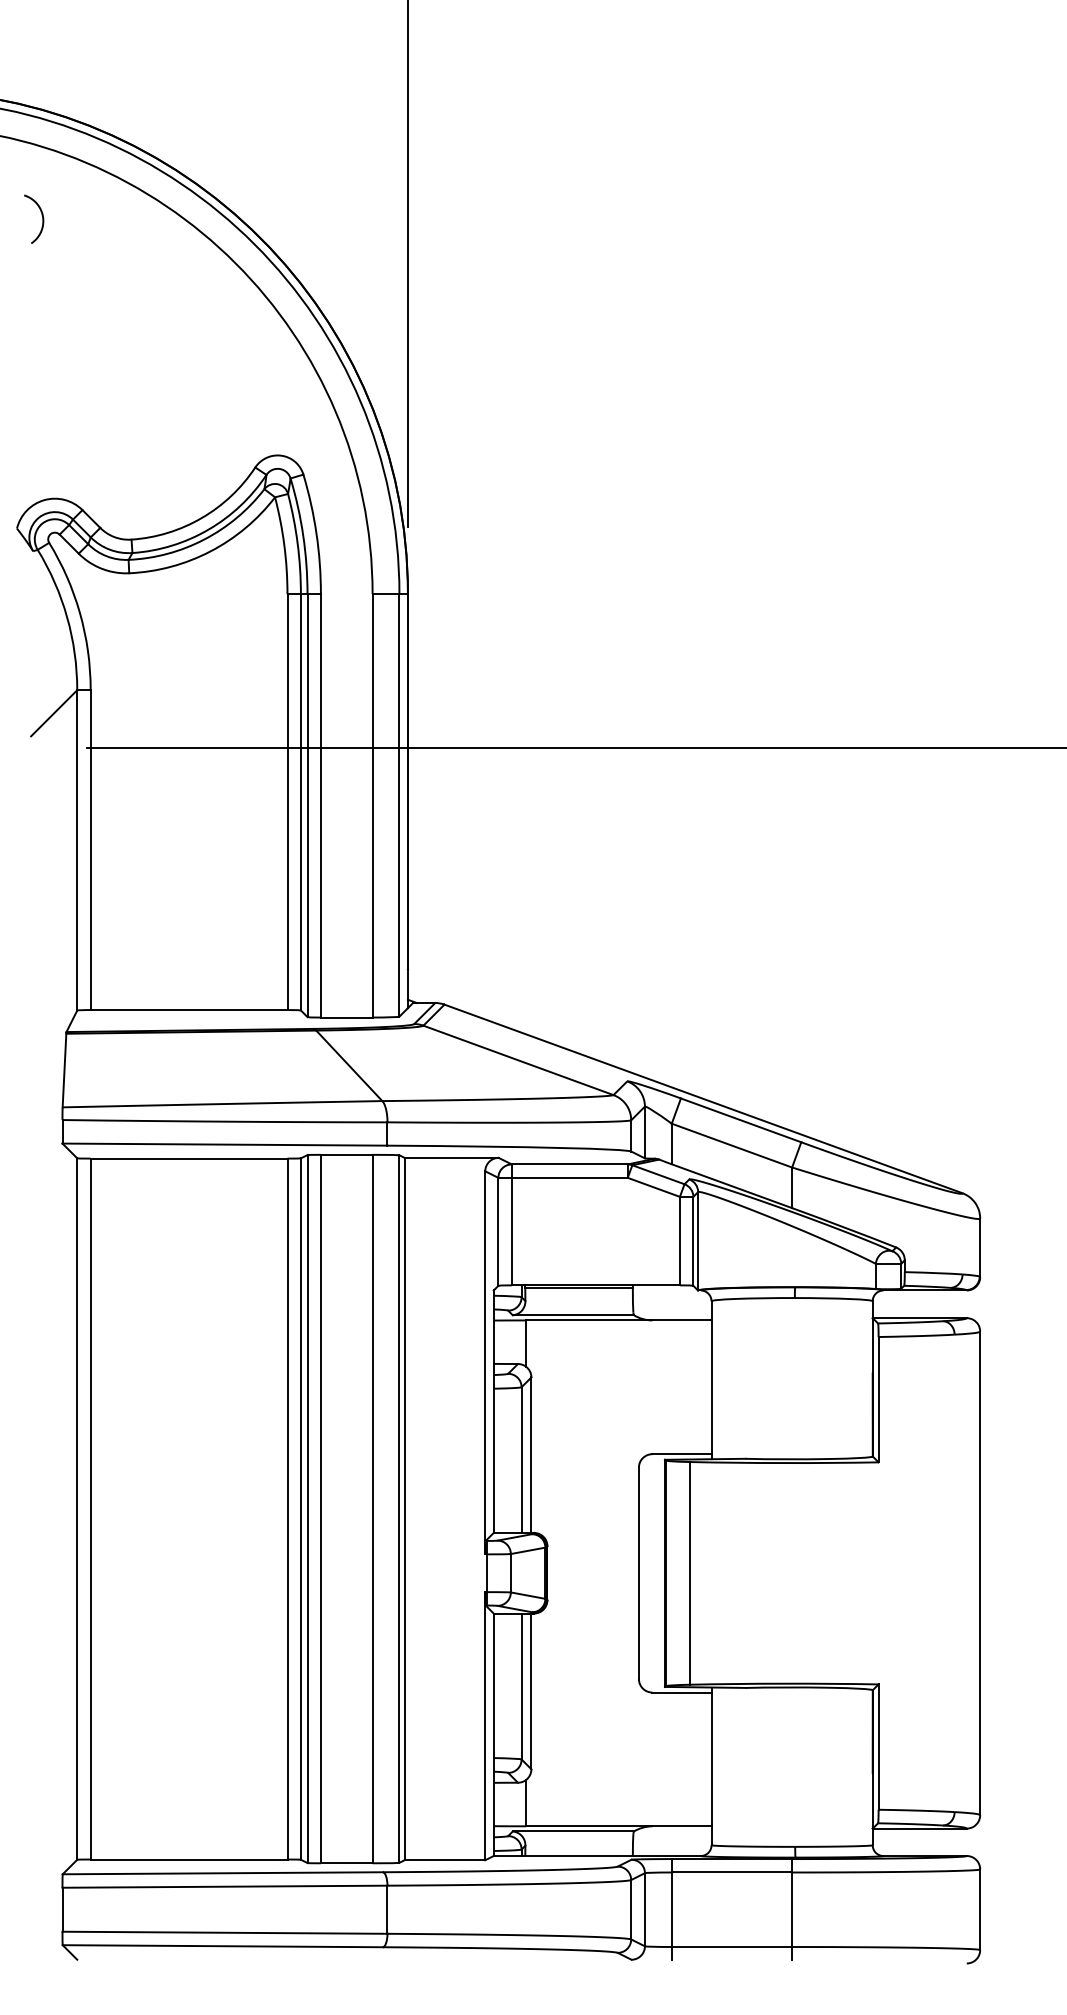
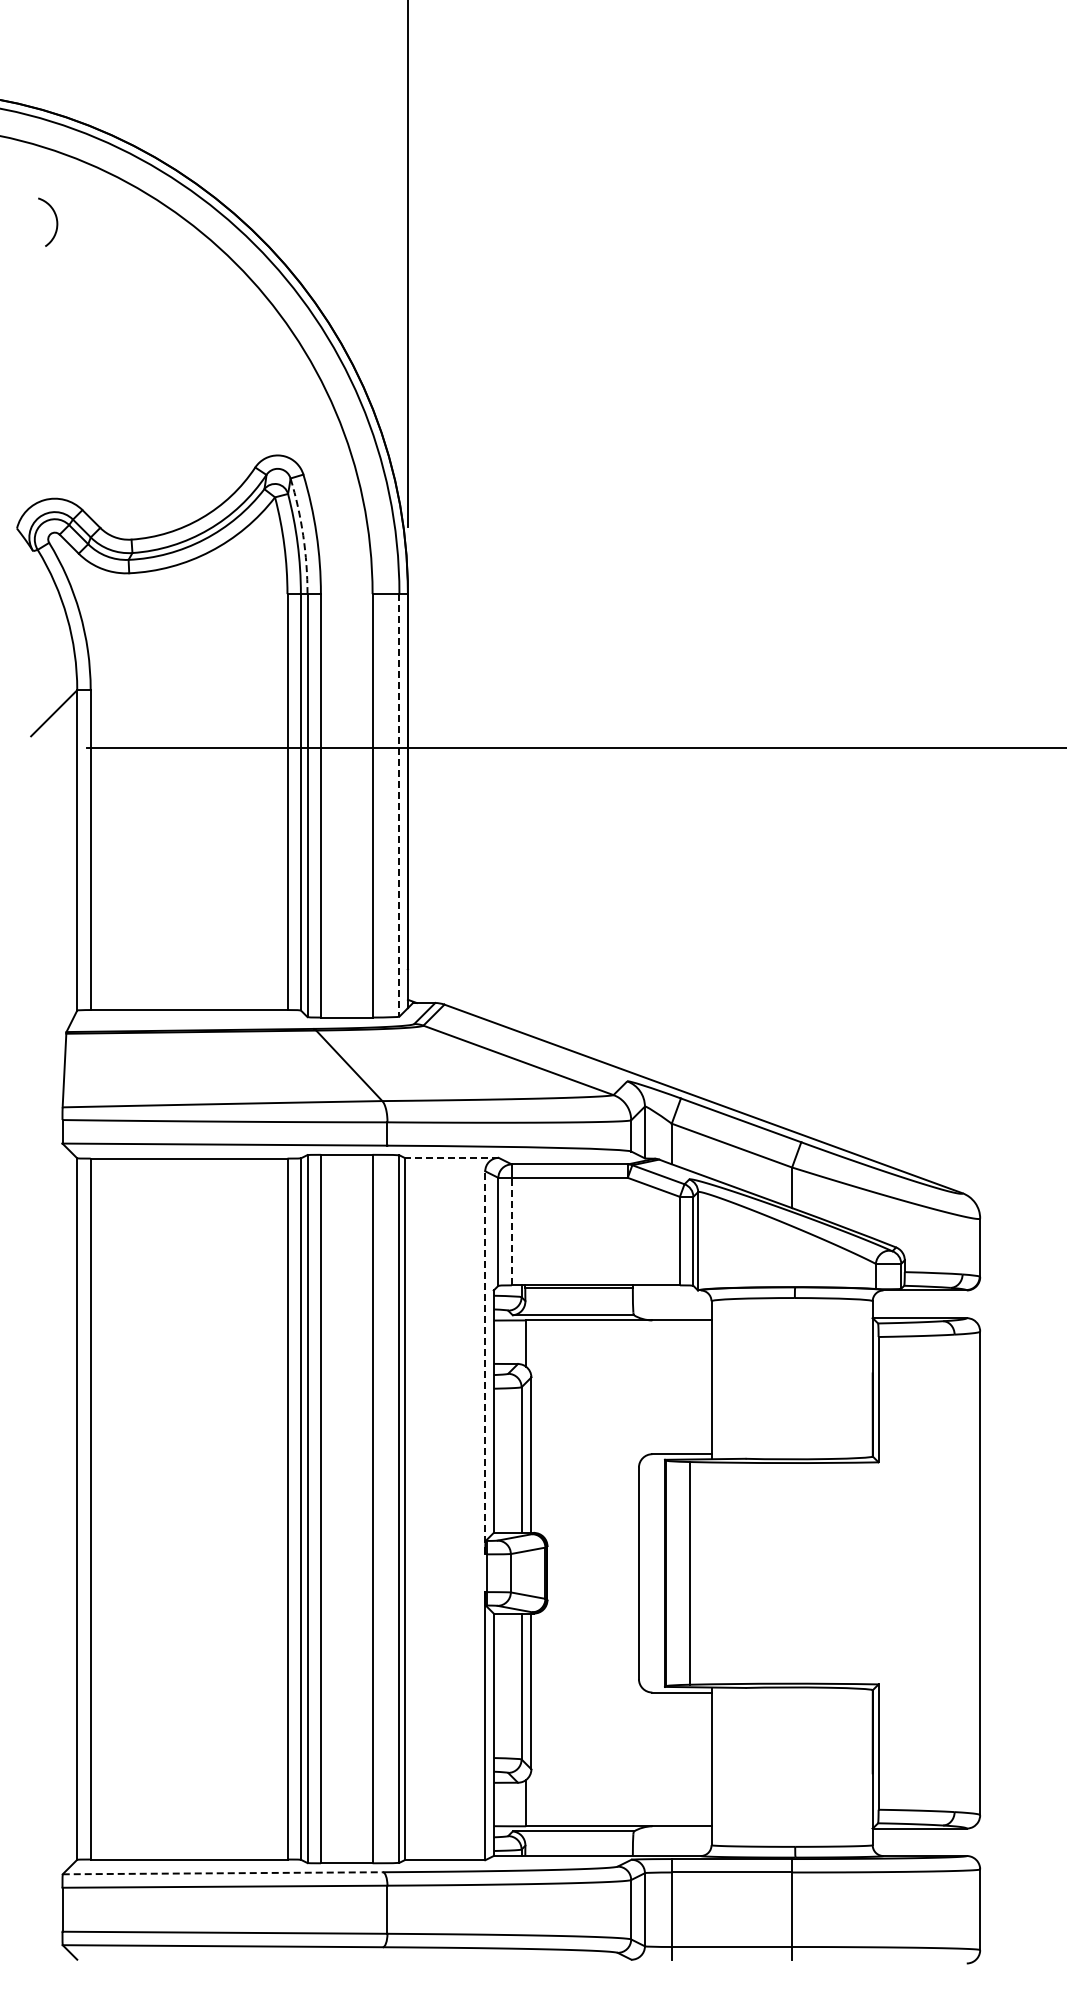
curve at (41, 215) position: (41, 215) -> (55, 218)
arc at (303, 535): solid -> dashed
line at (399, 805): solid -> dashed
line at (451, 1157): solid -> dashed
line at (511, 1231): solid -> dashed
line at (485, 1362): solid -> dashed
line at (223, 1873): solid -> dashed
